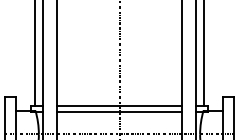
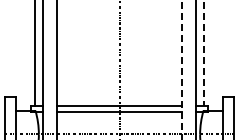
line at (203, 53): solid -> dashed
line at (182, 70): solid -> dashed
